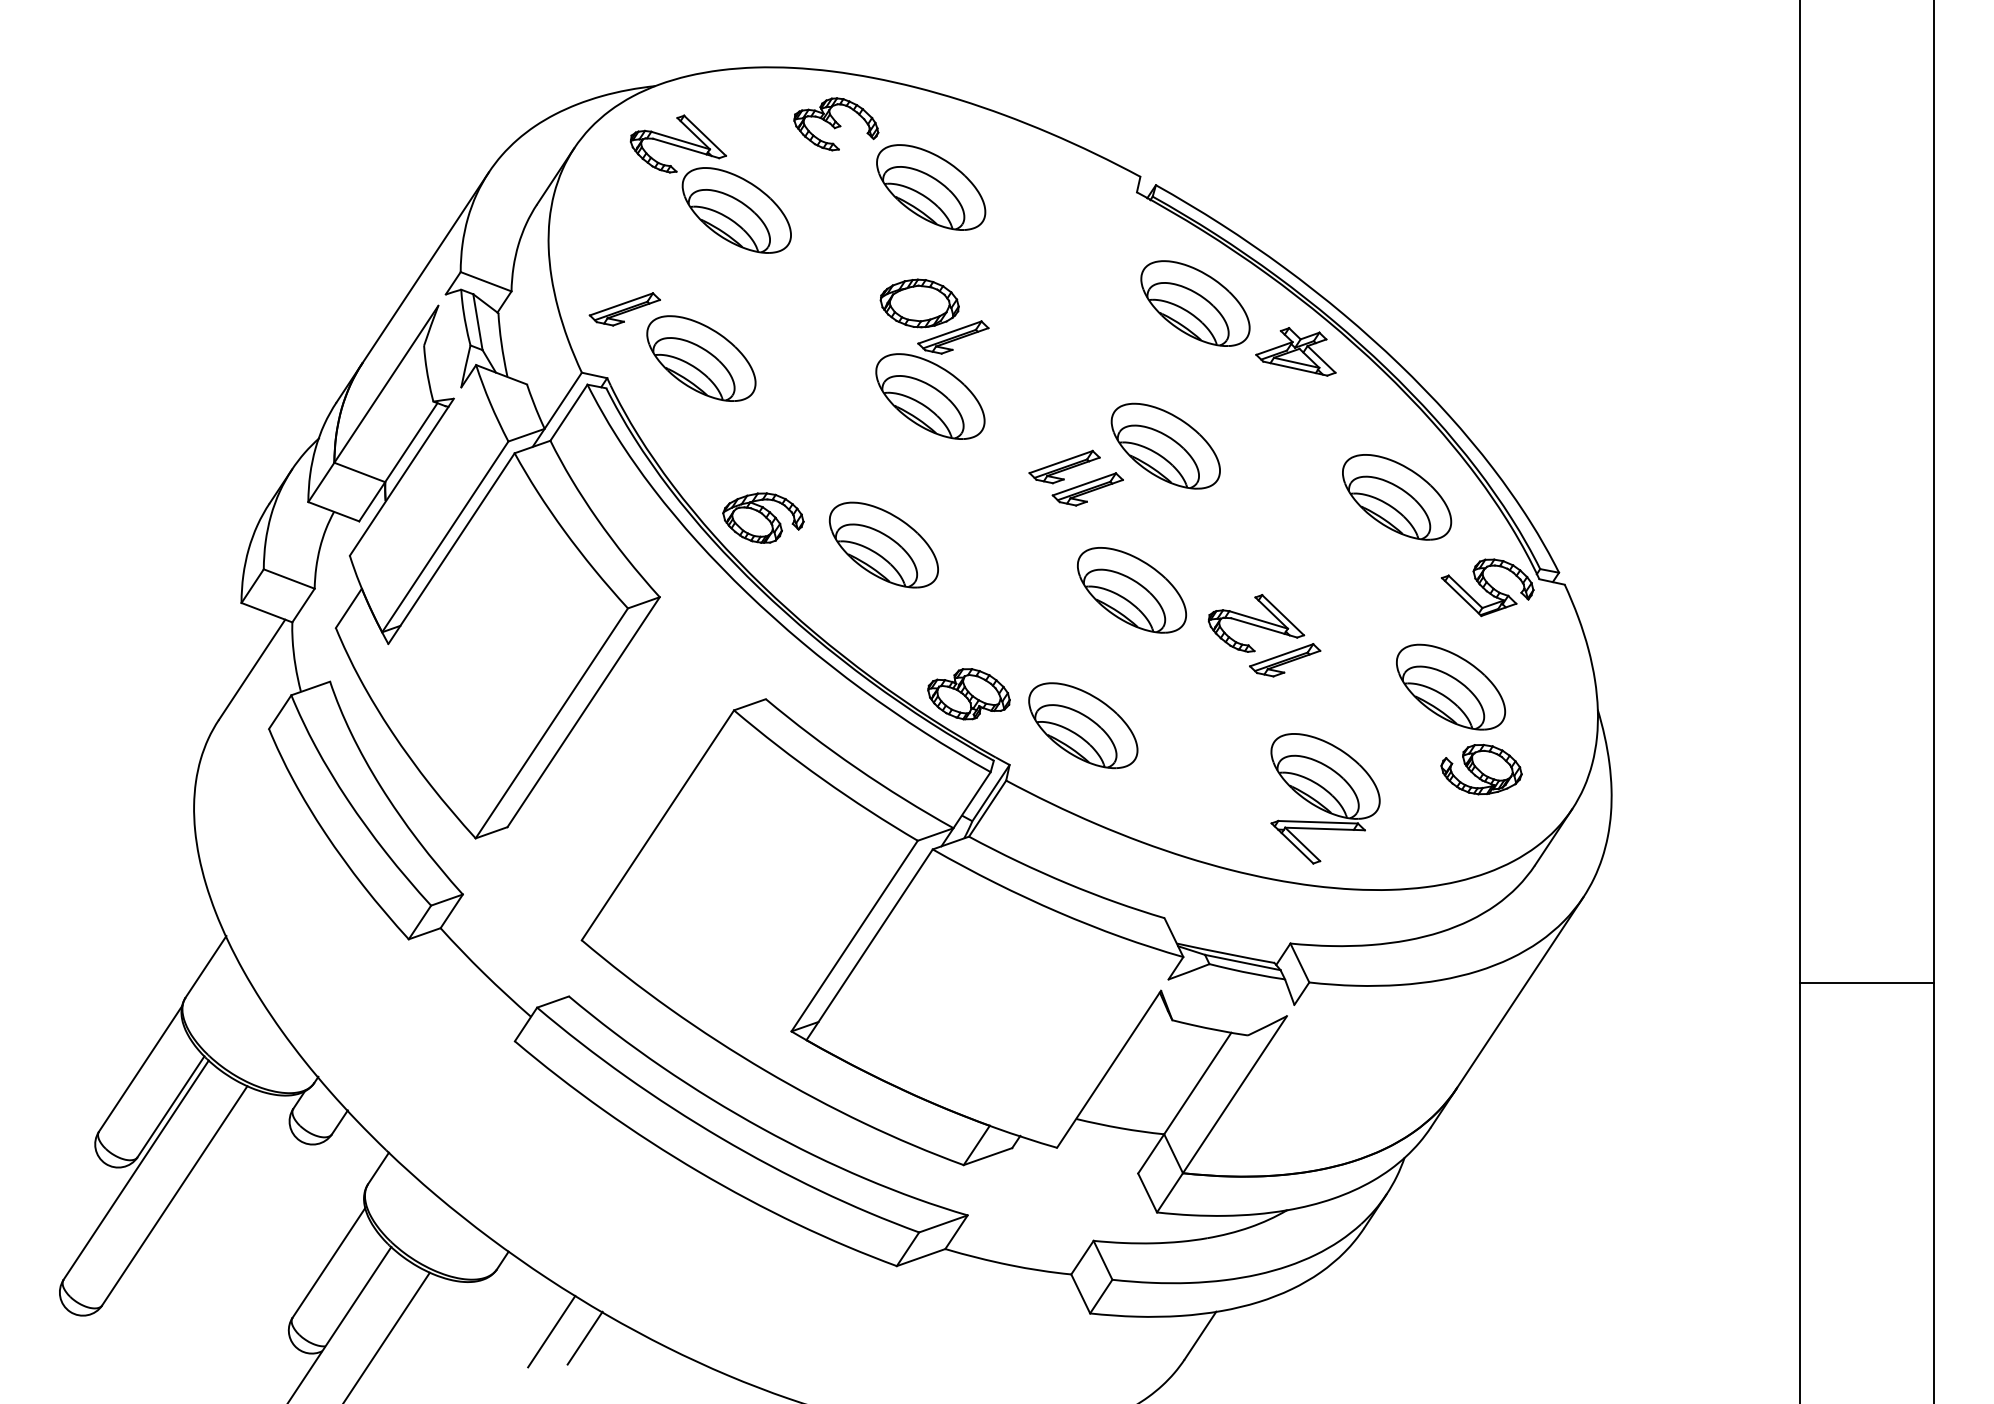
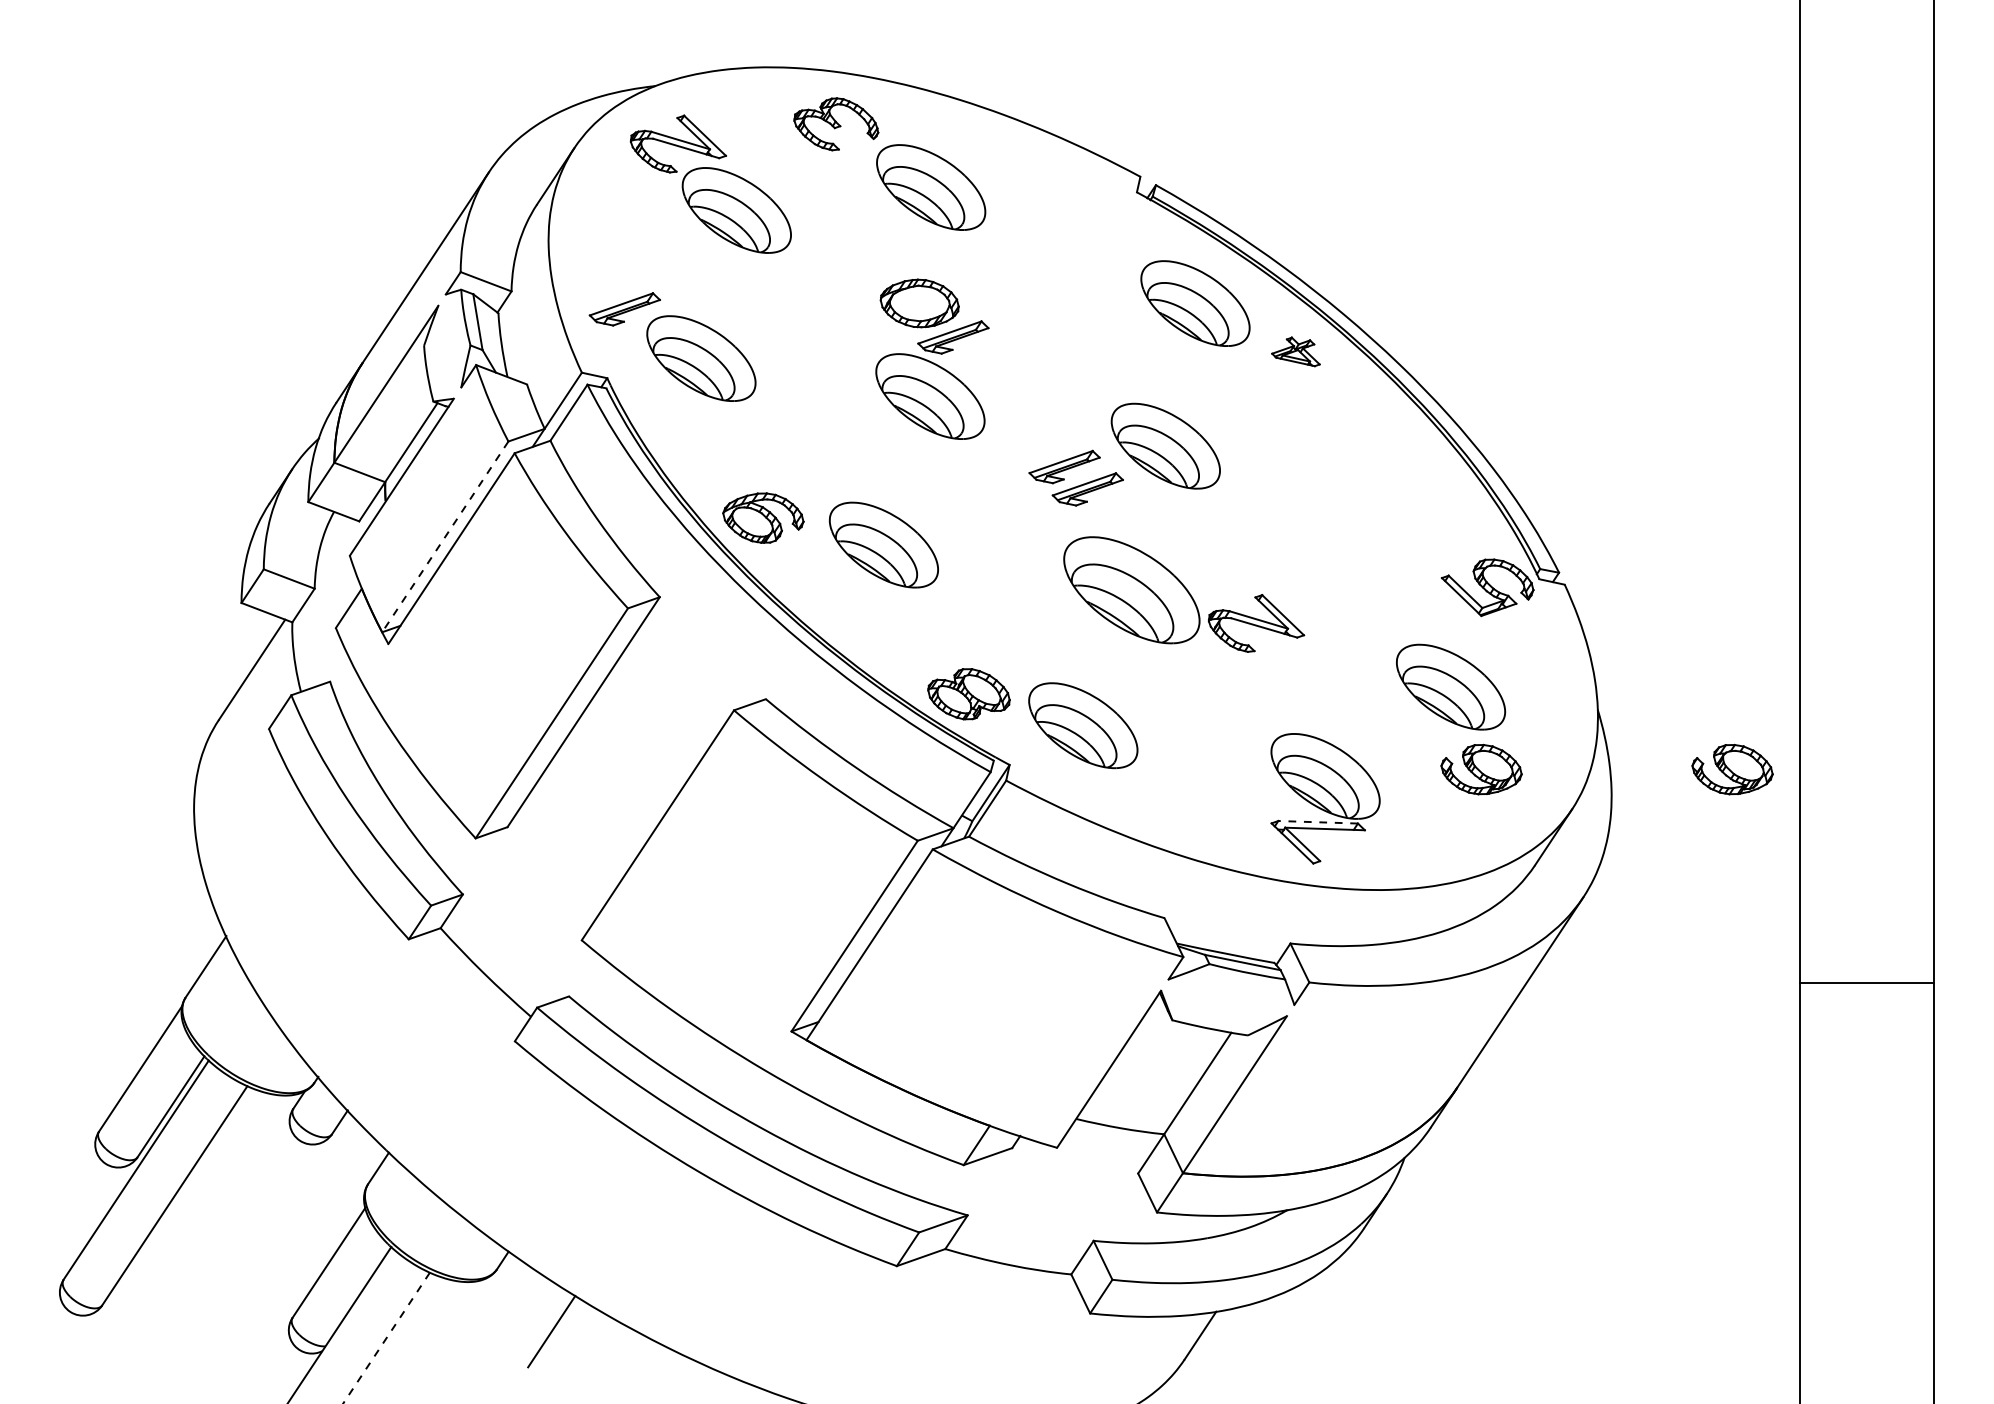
part at (1295, 351) size: 82x50 px -> 50x32 px
part at (1397, 497): present -> none
line at (445, 537): solid -> dashed
part at (1132, 590) size: 111x87 px -> 138x109 px
part at (1285, 660): present -> none
part at (1732, 769): none -> present
line at (1318, 822): solid -> dashed
line at (584, 1337): present -> none
line at (386, 1338): solid -> dashed
